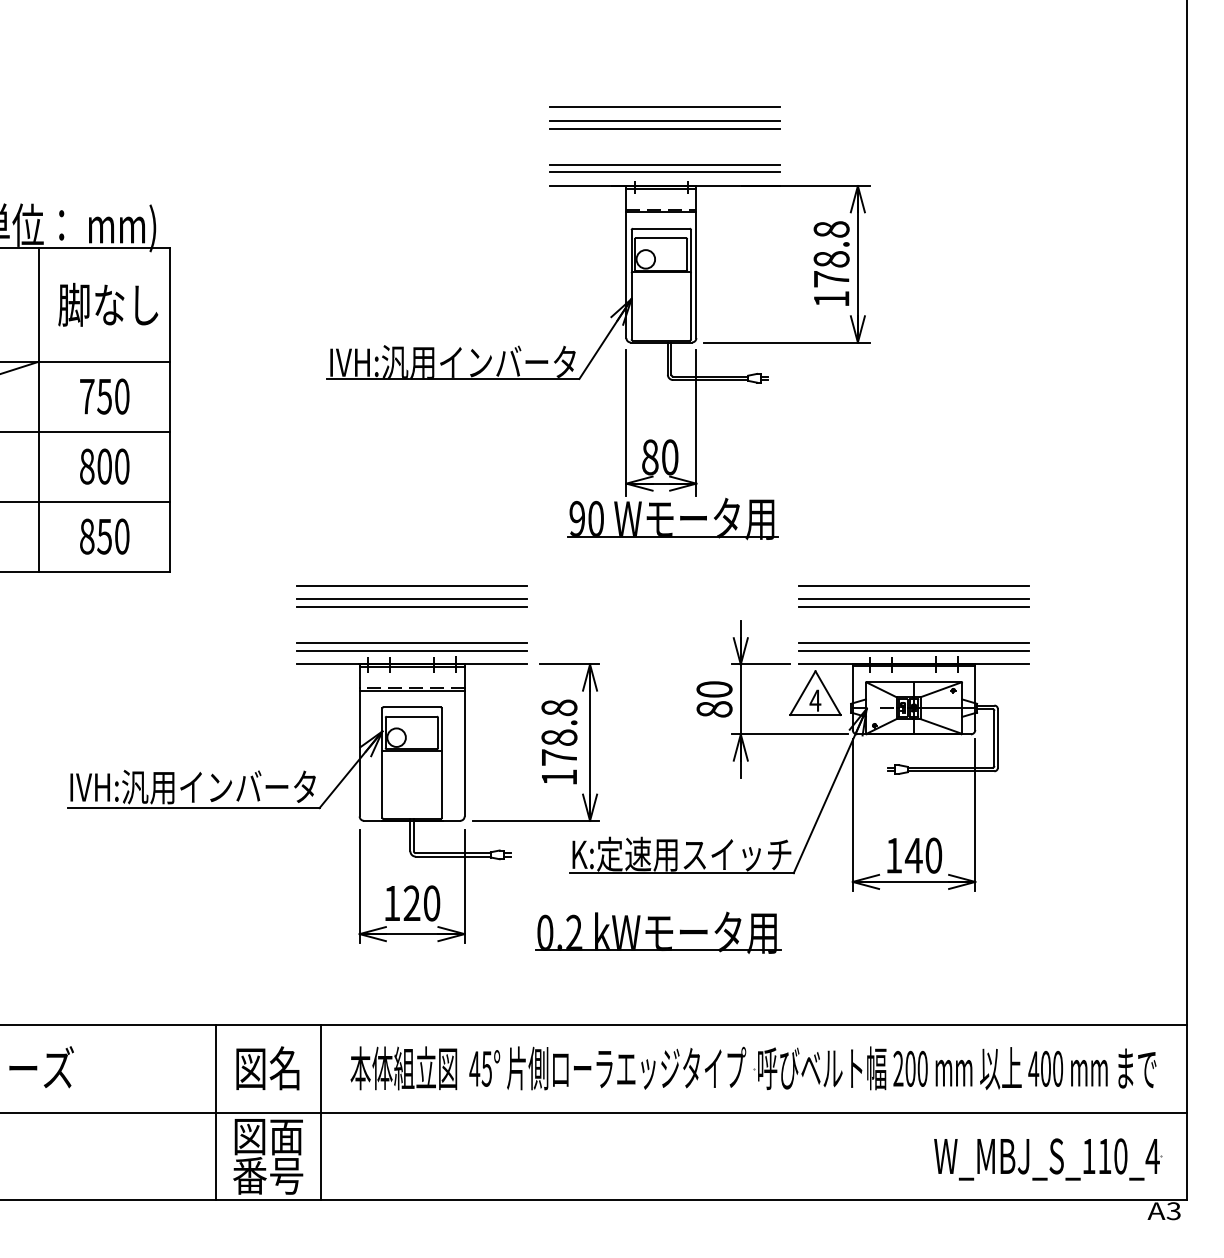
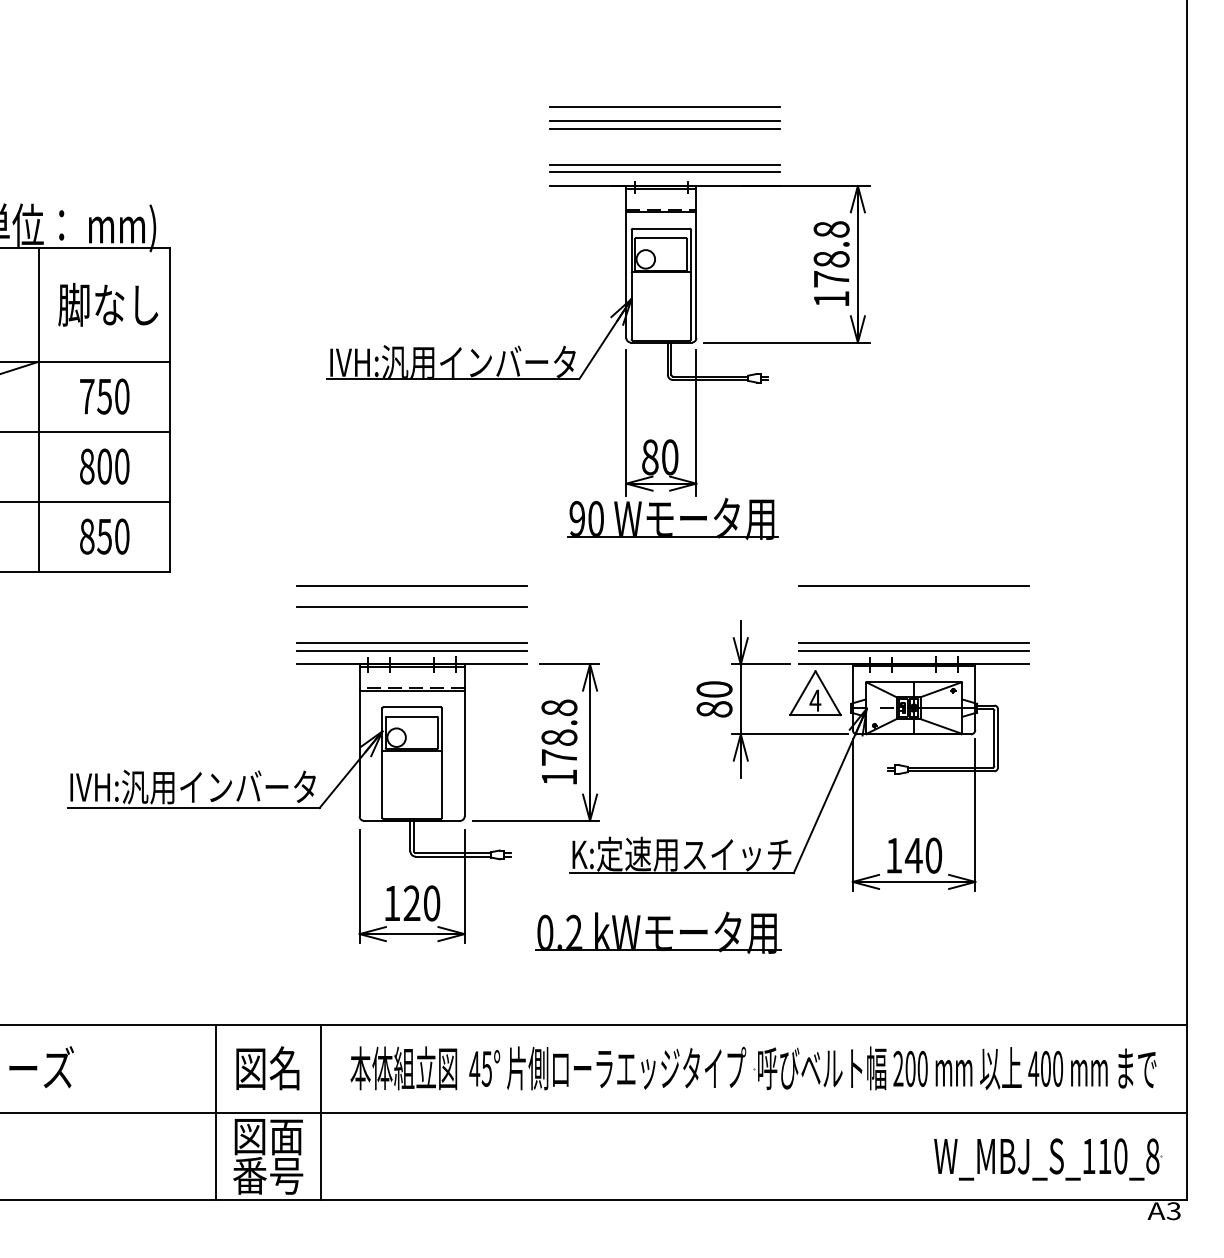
line at (412, 599): present -> none
part at (913, 602): present -> none
text at (1152, 1156): W_MBJ_S_110_4 -> W_MBJ_S_110_8
